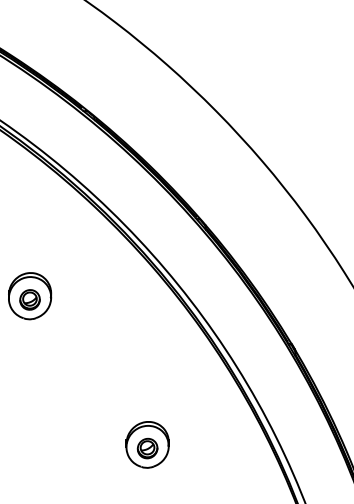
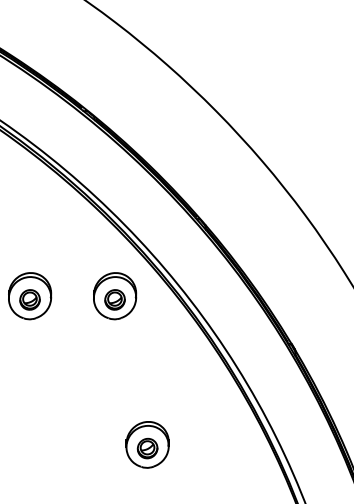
part at (115, 296): none -> present
